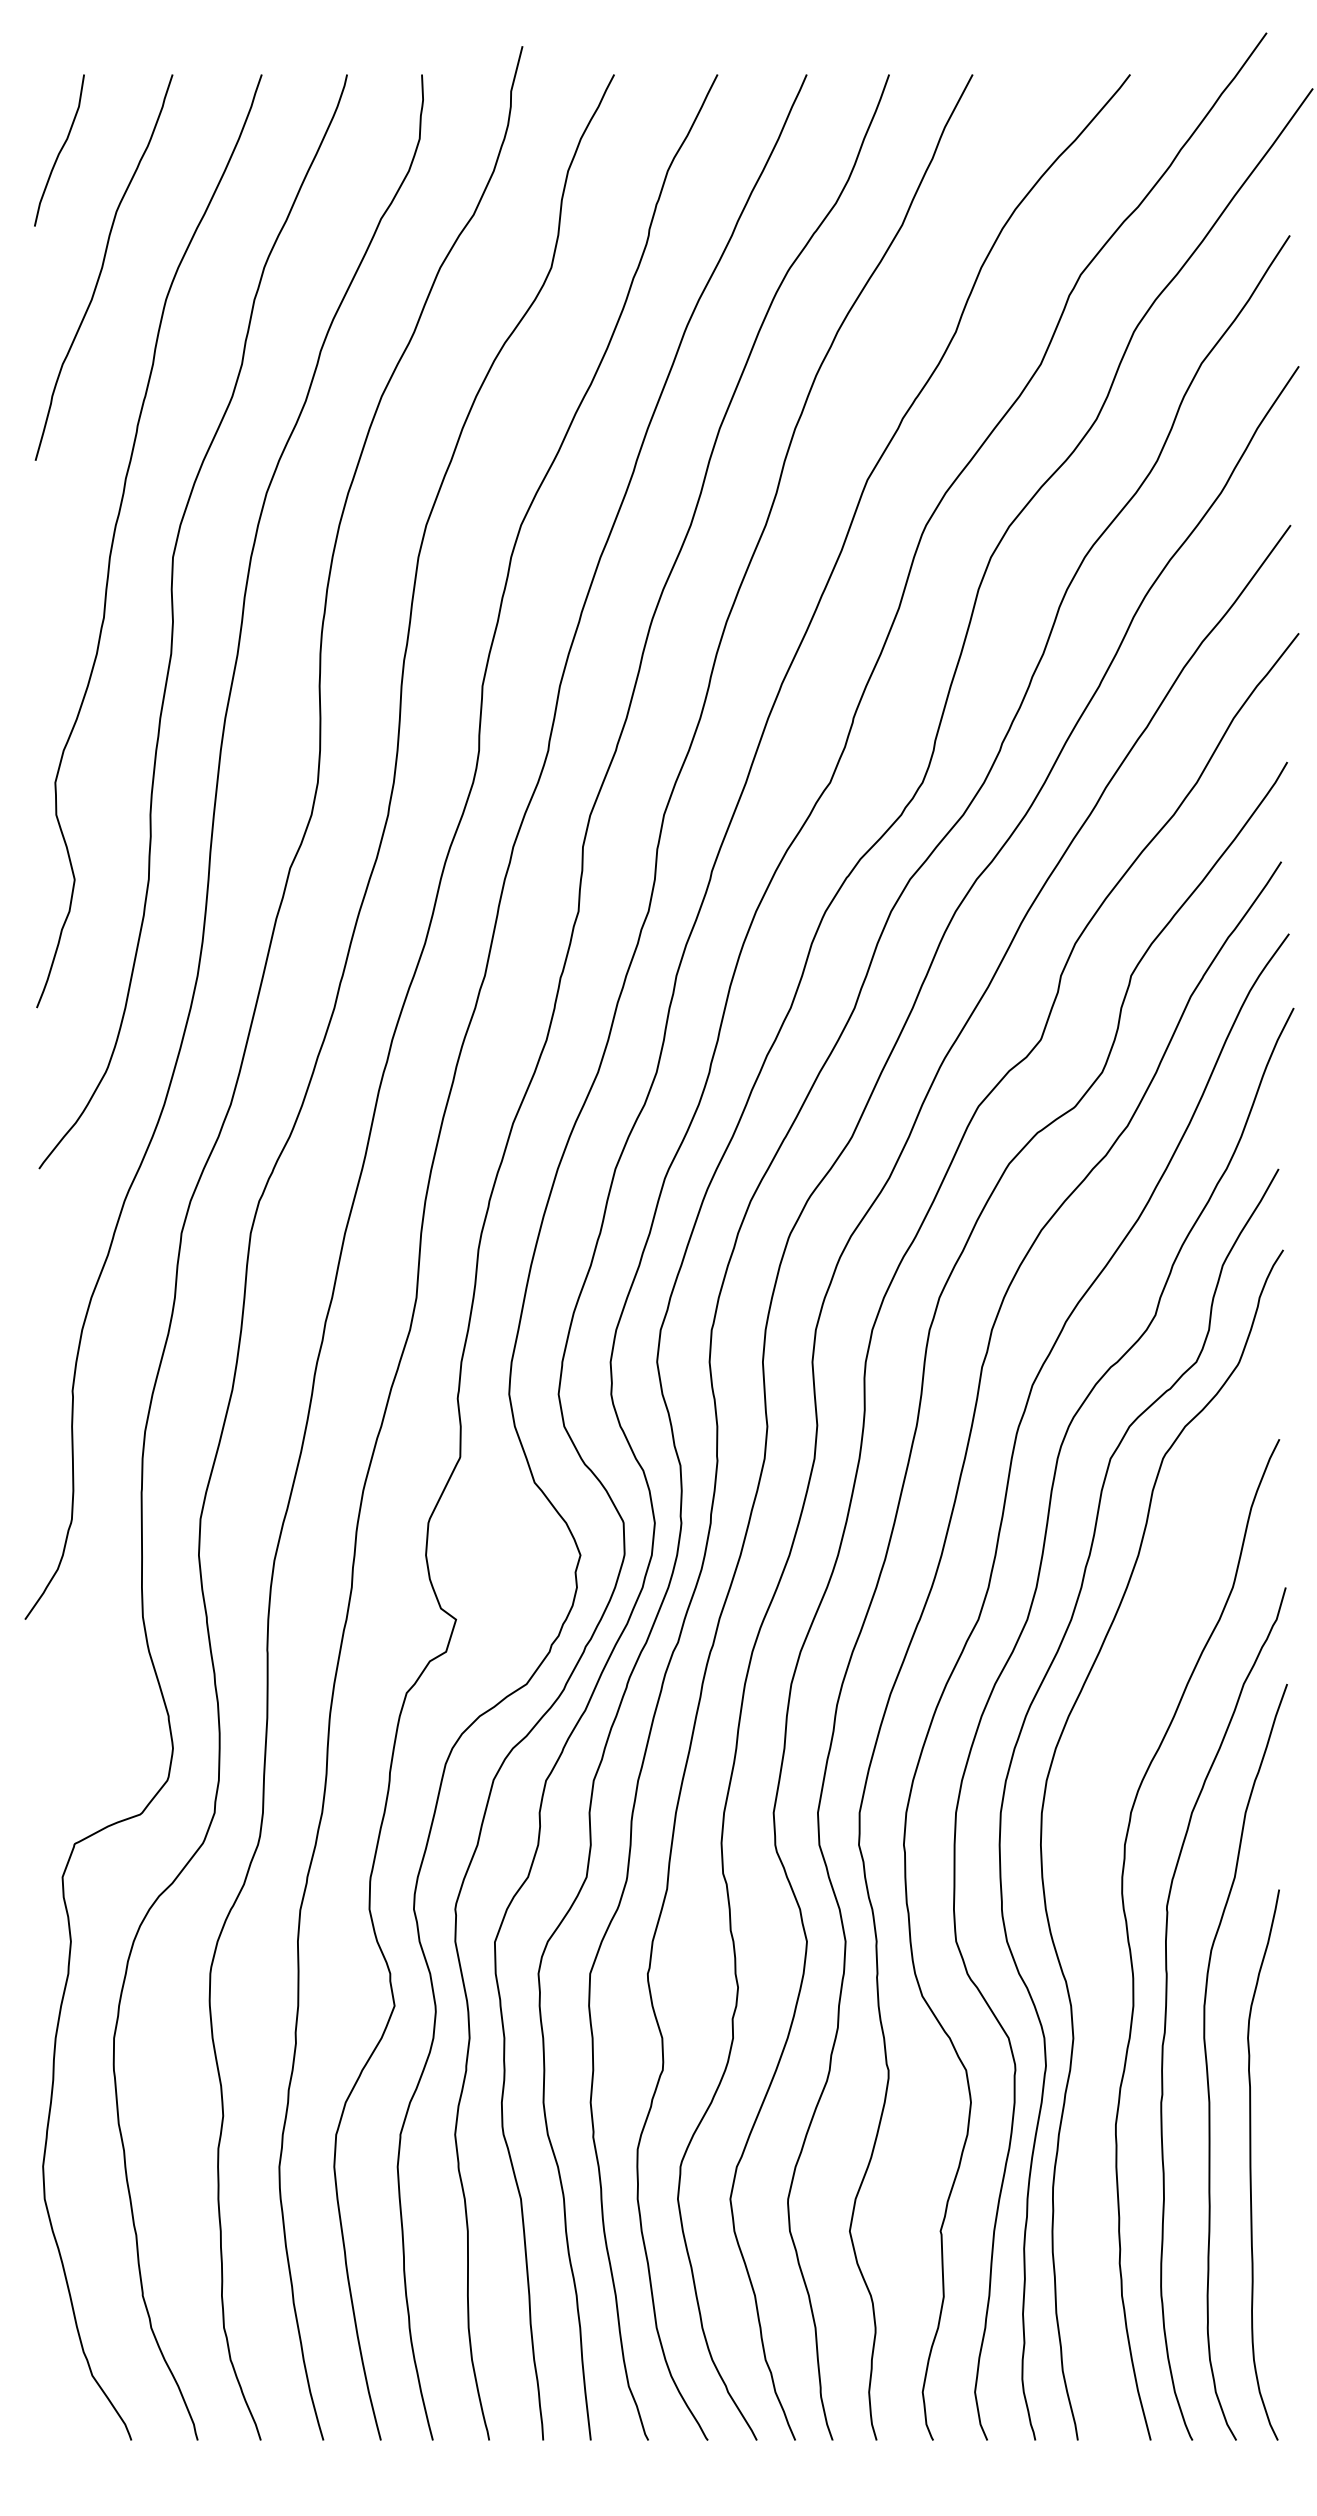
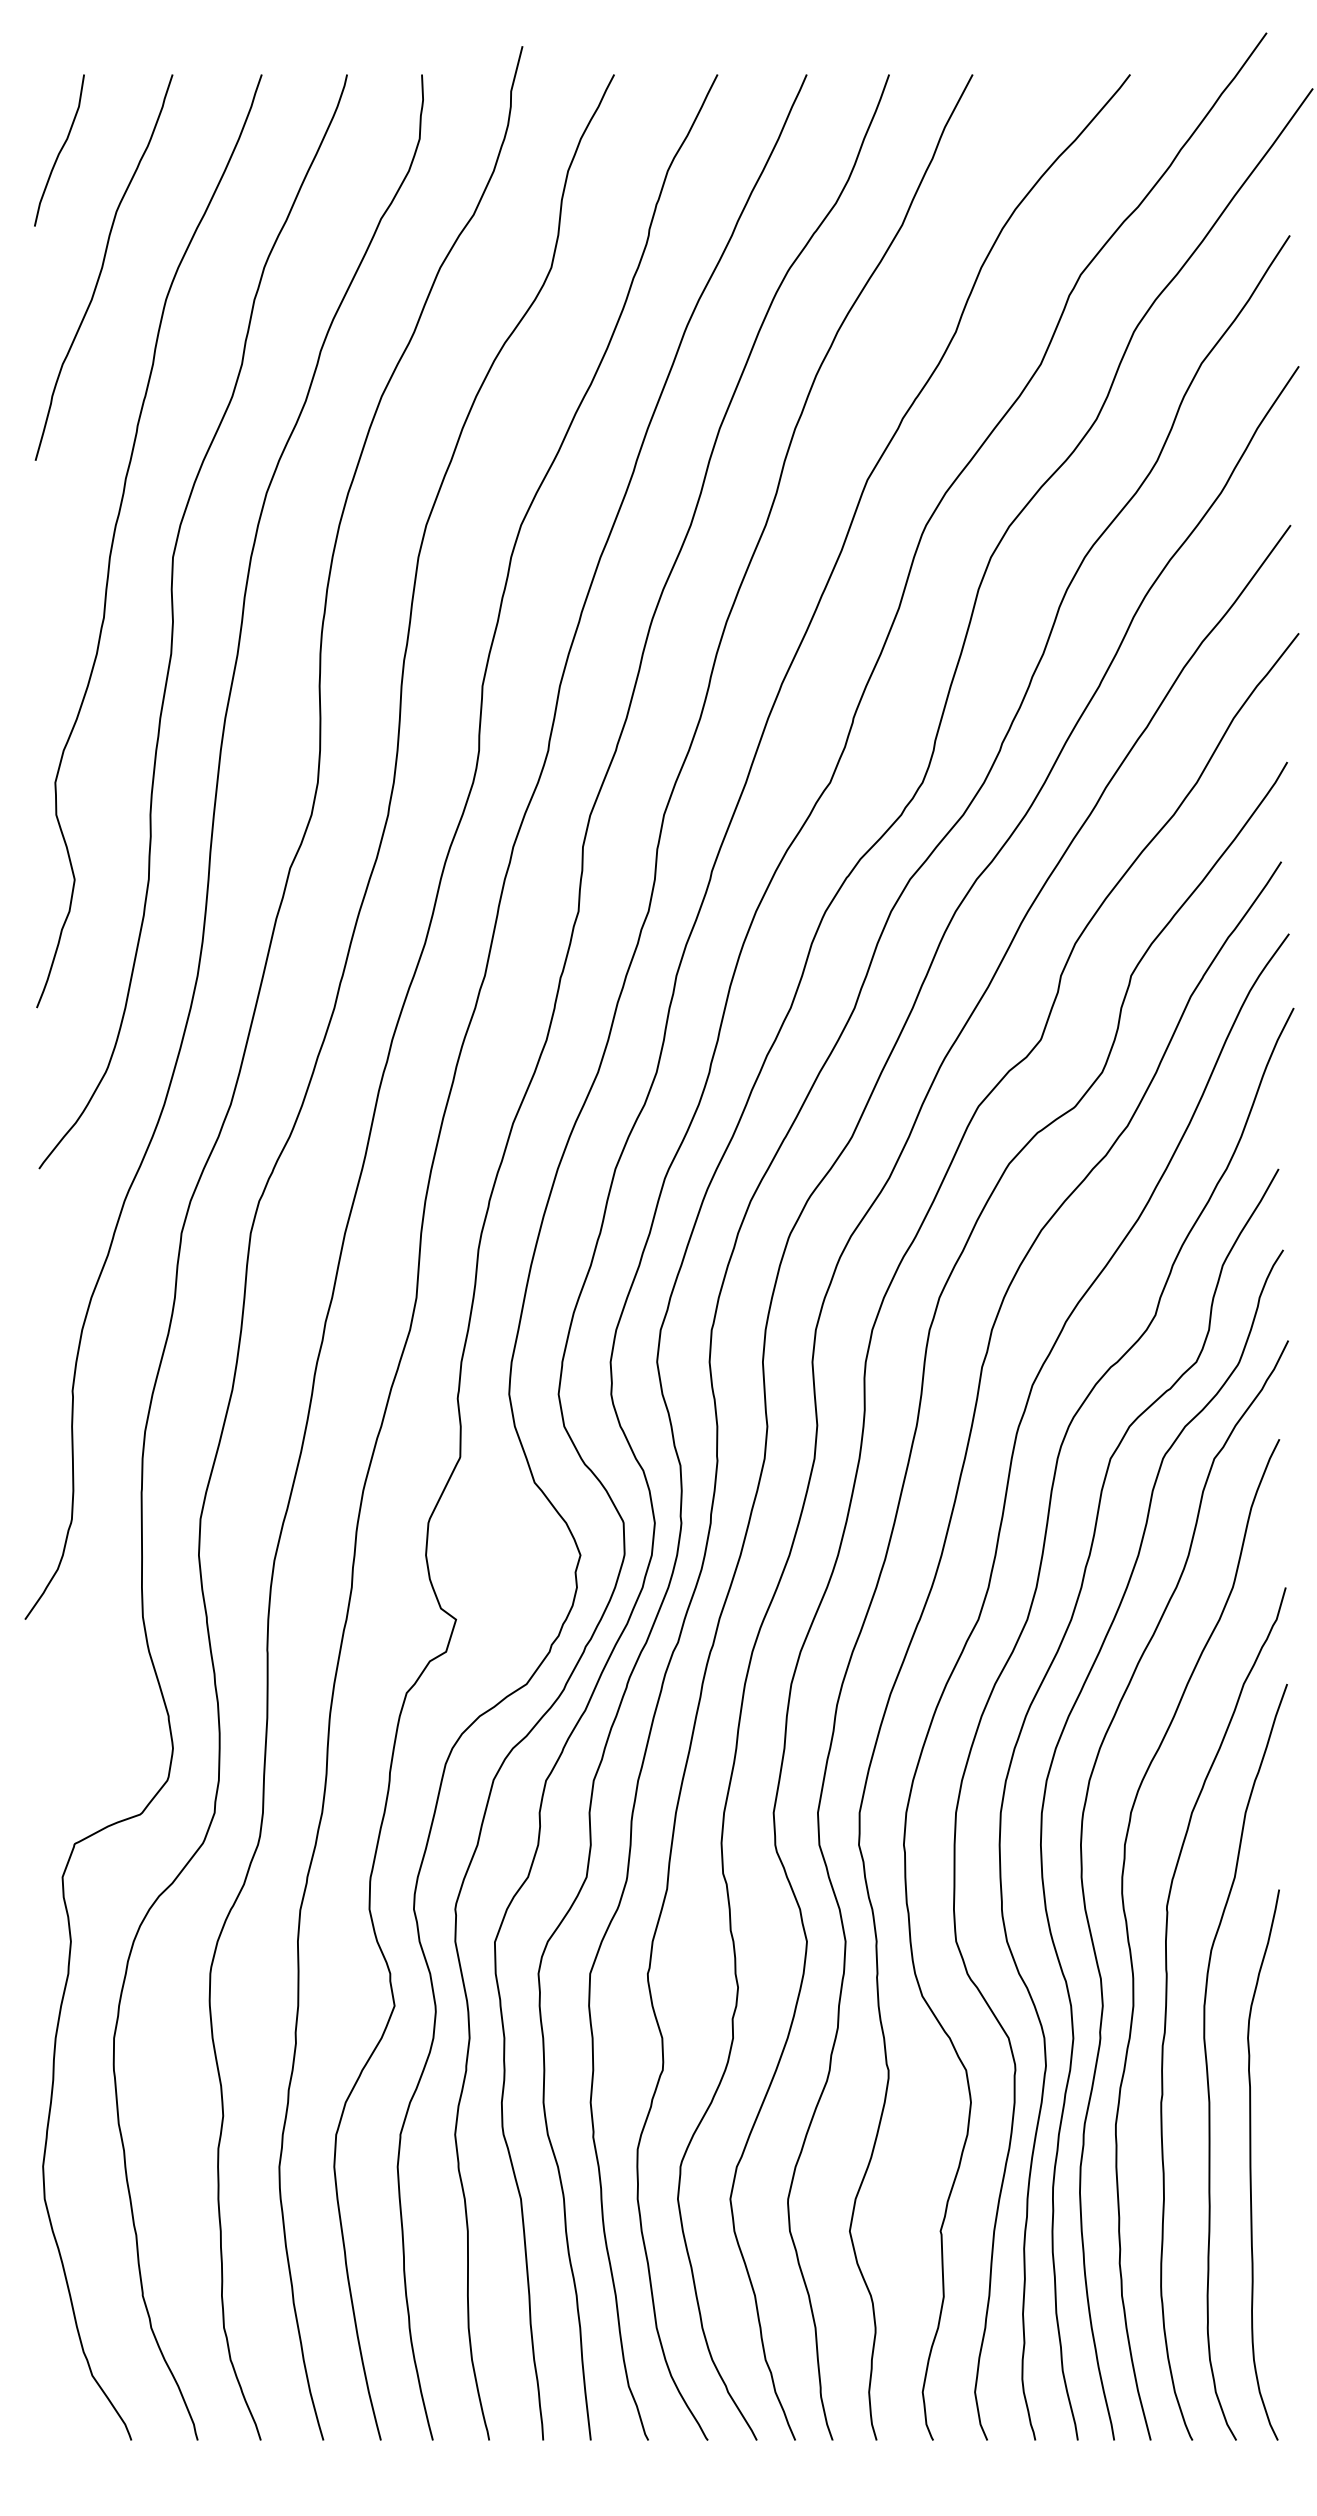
curve at (1085, 1900): none -> present
